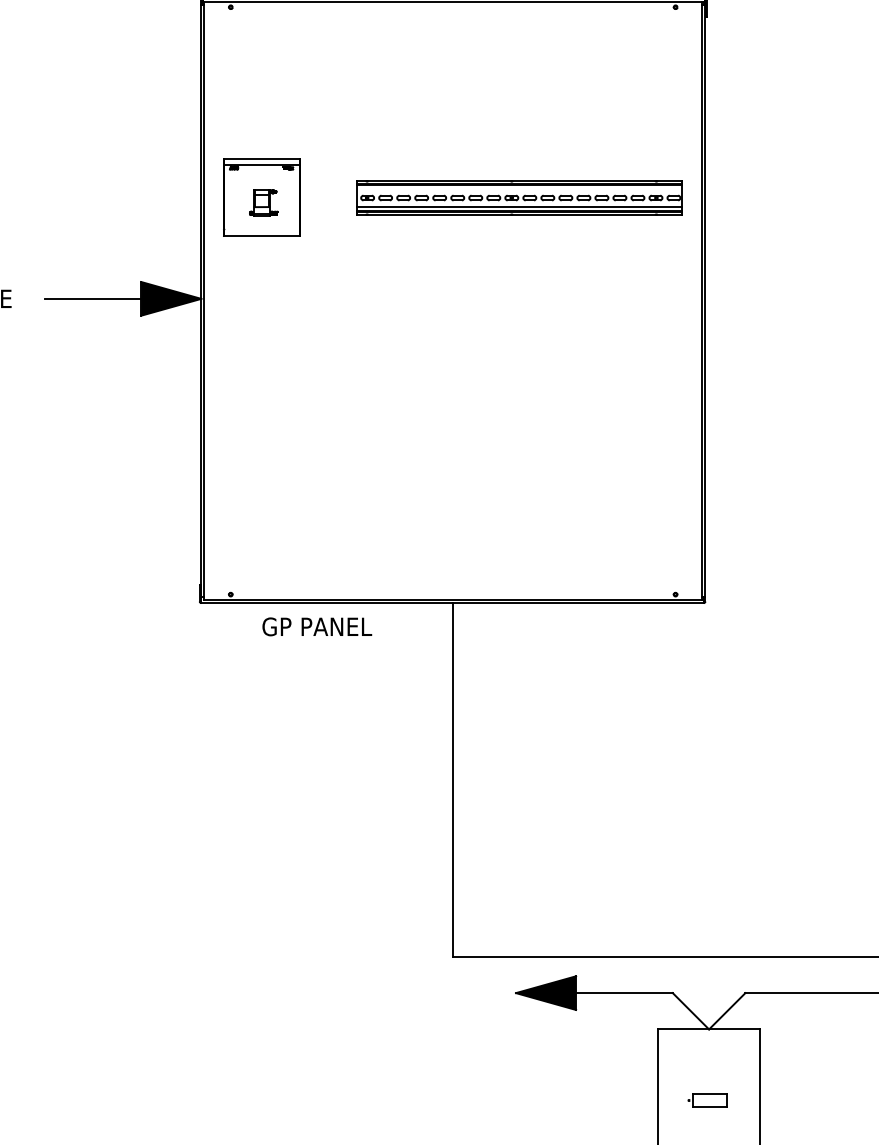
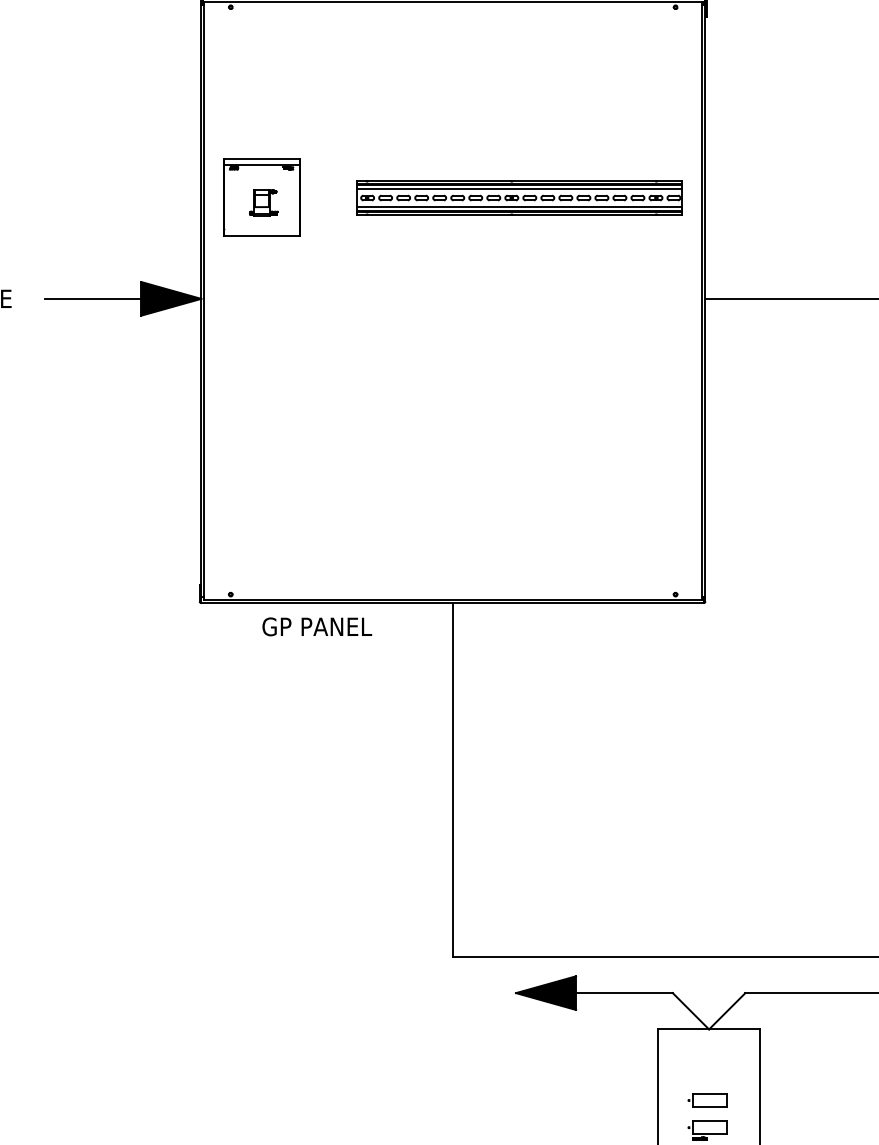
line at (518, 189): none -> present
line at (790, 298): none -> present
part at (707, 1130): none -> present
